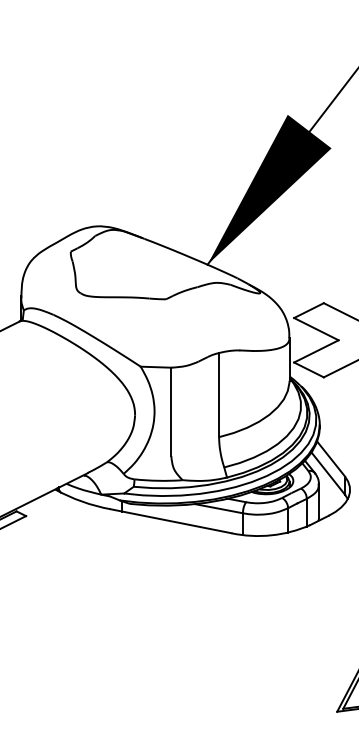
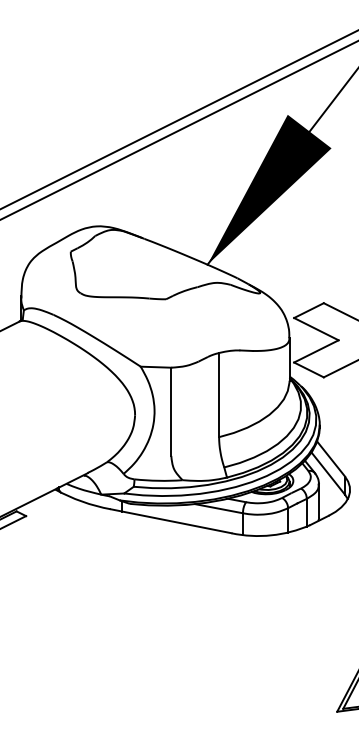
line at (178, 119): none -> present
line at (178, 130): none -> present
